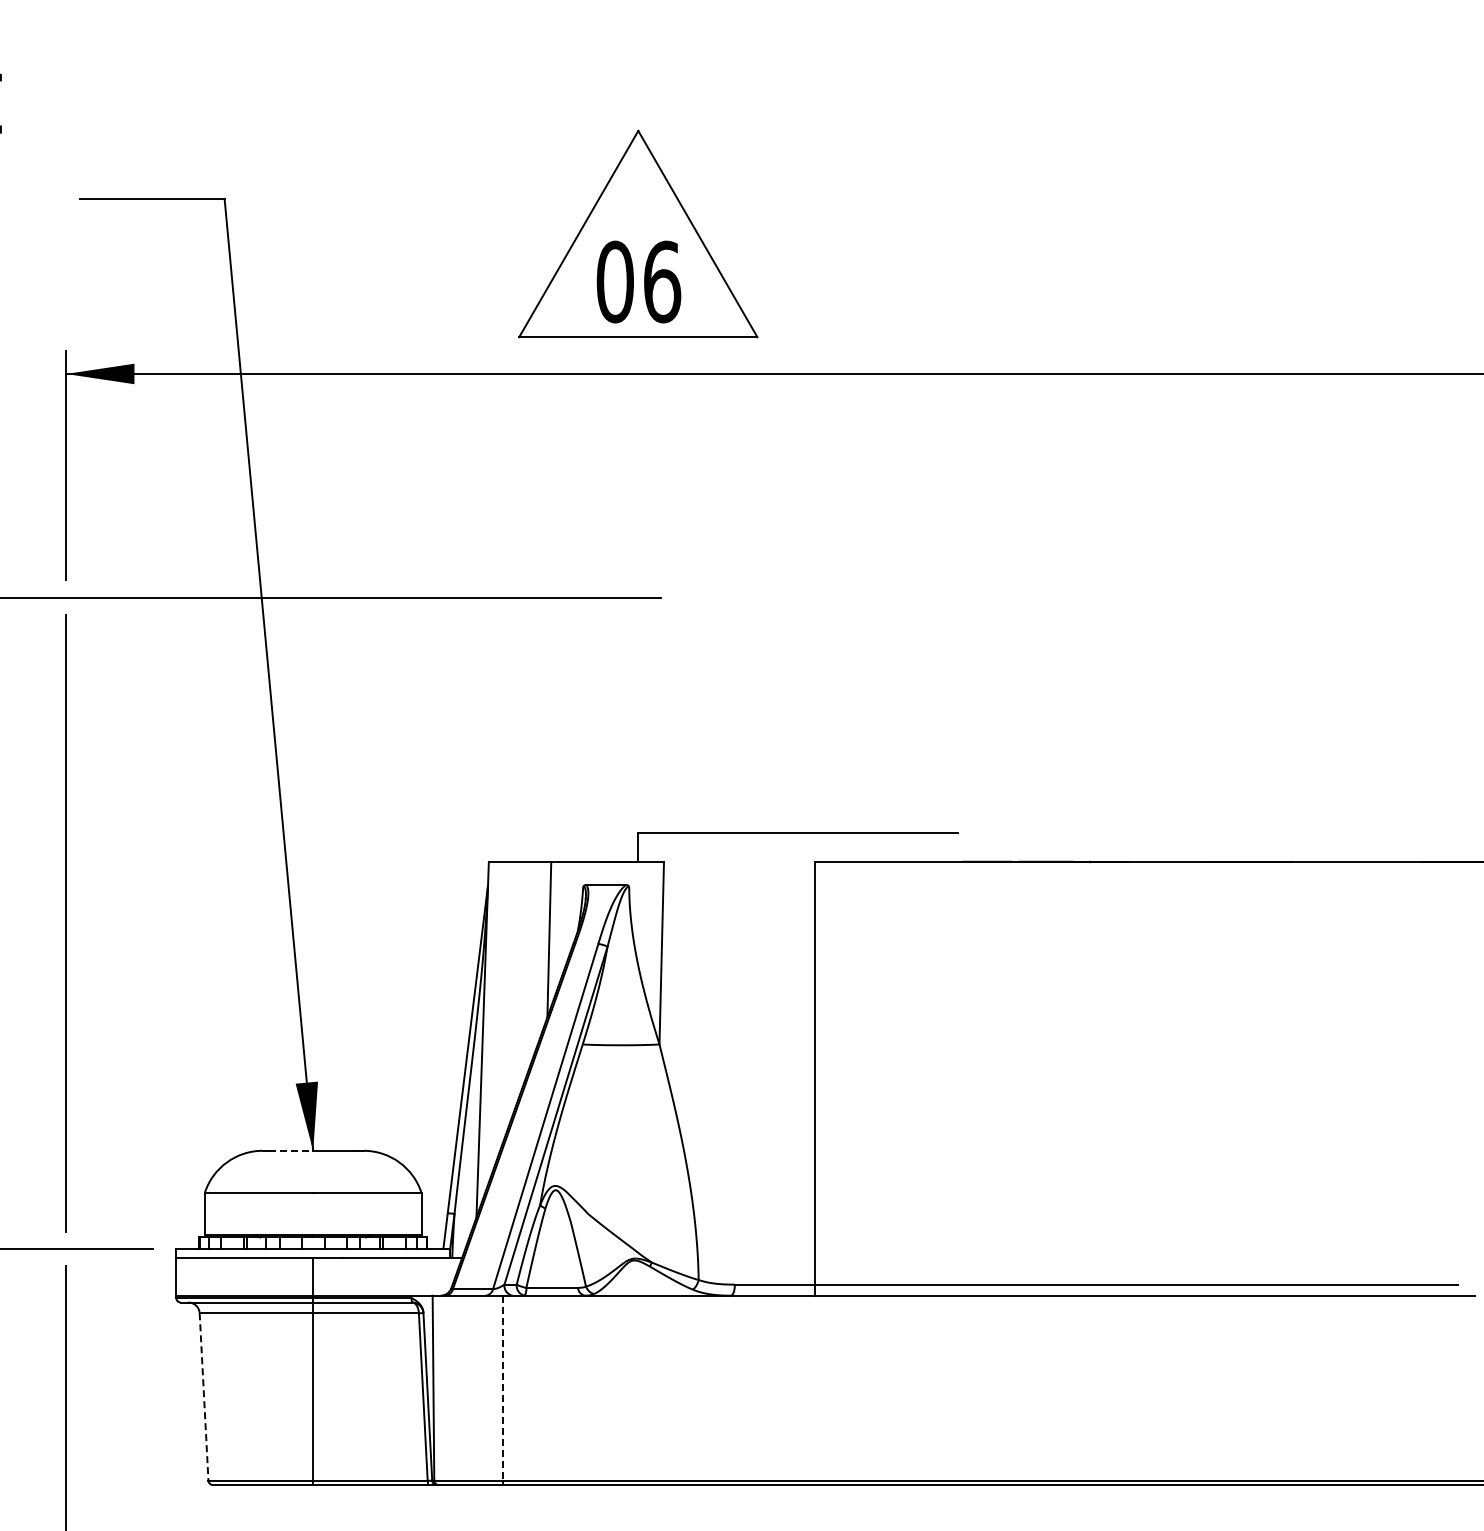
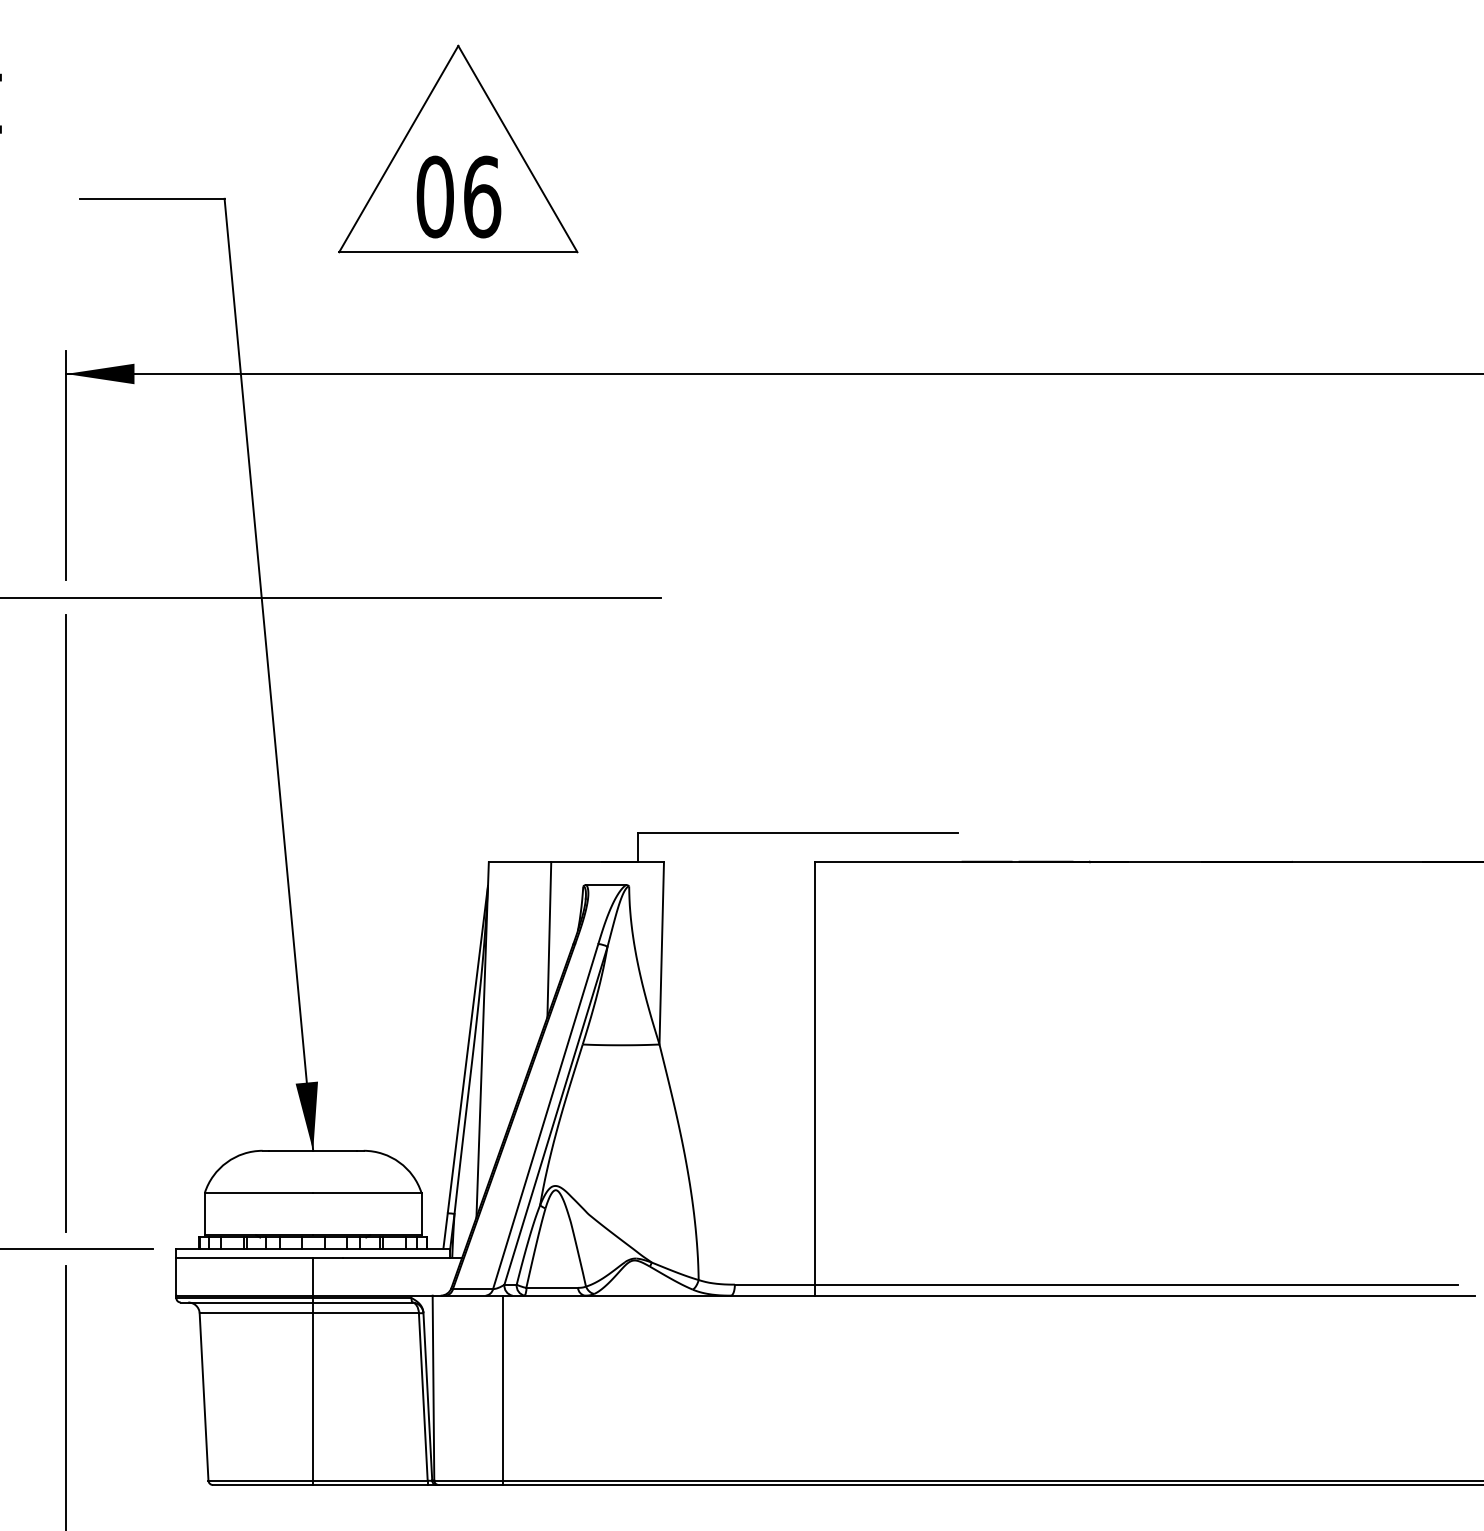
part at (638, 233) position: (638, 233) -> (458, 148)
line at (291, 1150): dashed -> solid
line at (502, 1388): dashed -> solid
line at (204, 1397): dashed -> solid
